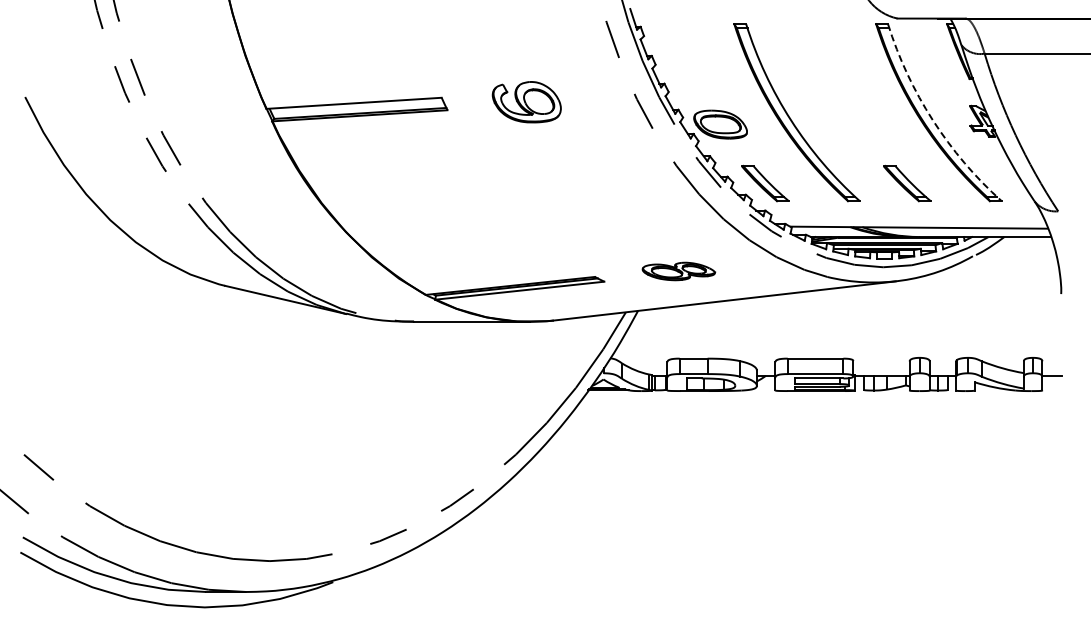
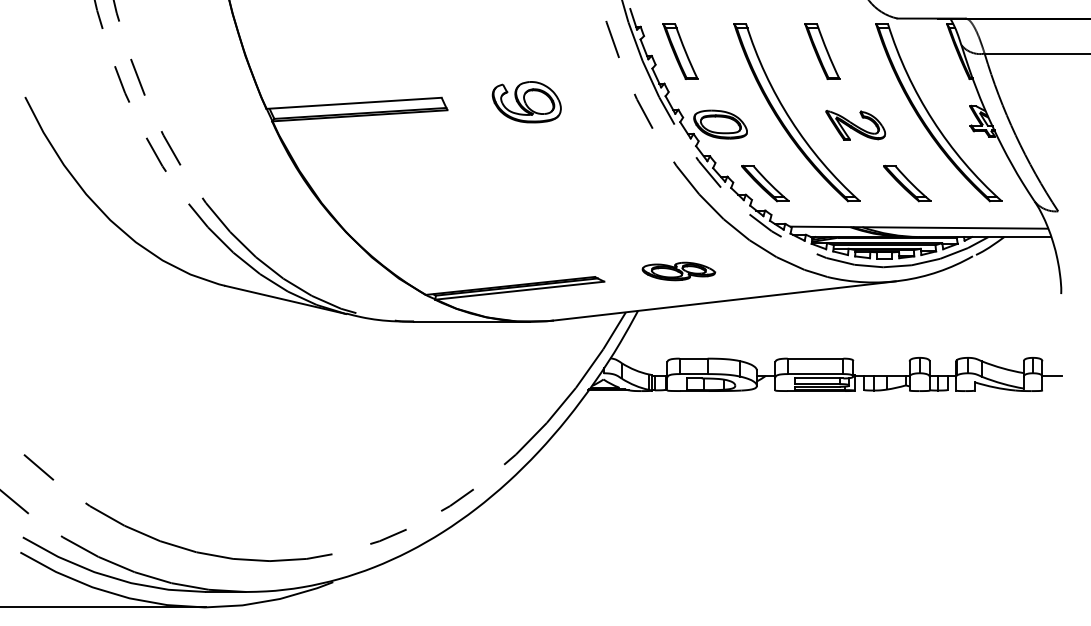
part at (680, 51): none -> present
part at (822, 51): none -> present
arc at (932, 120): dashed -> solid
part at (855, 124): none -> present
line at (104, 607): none -> present
